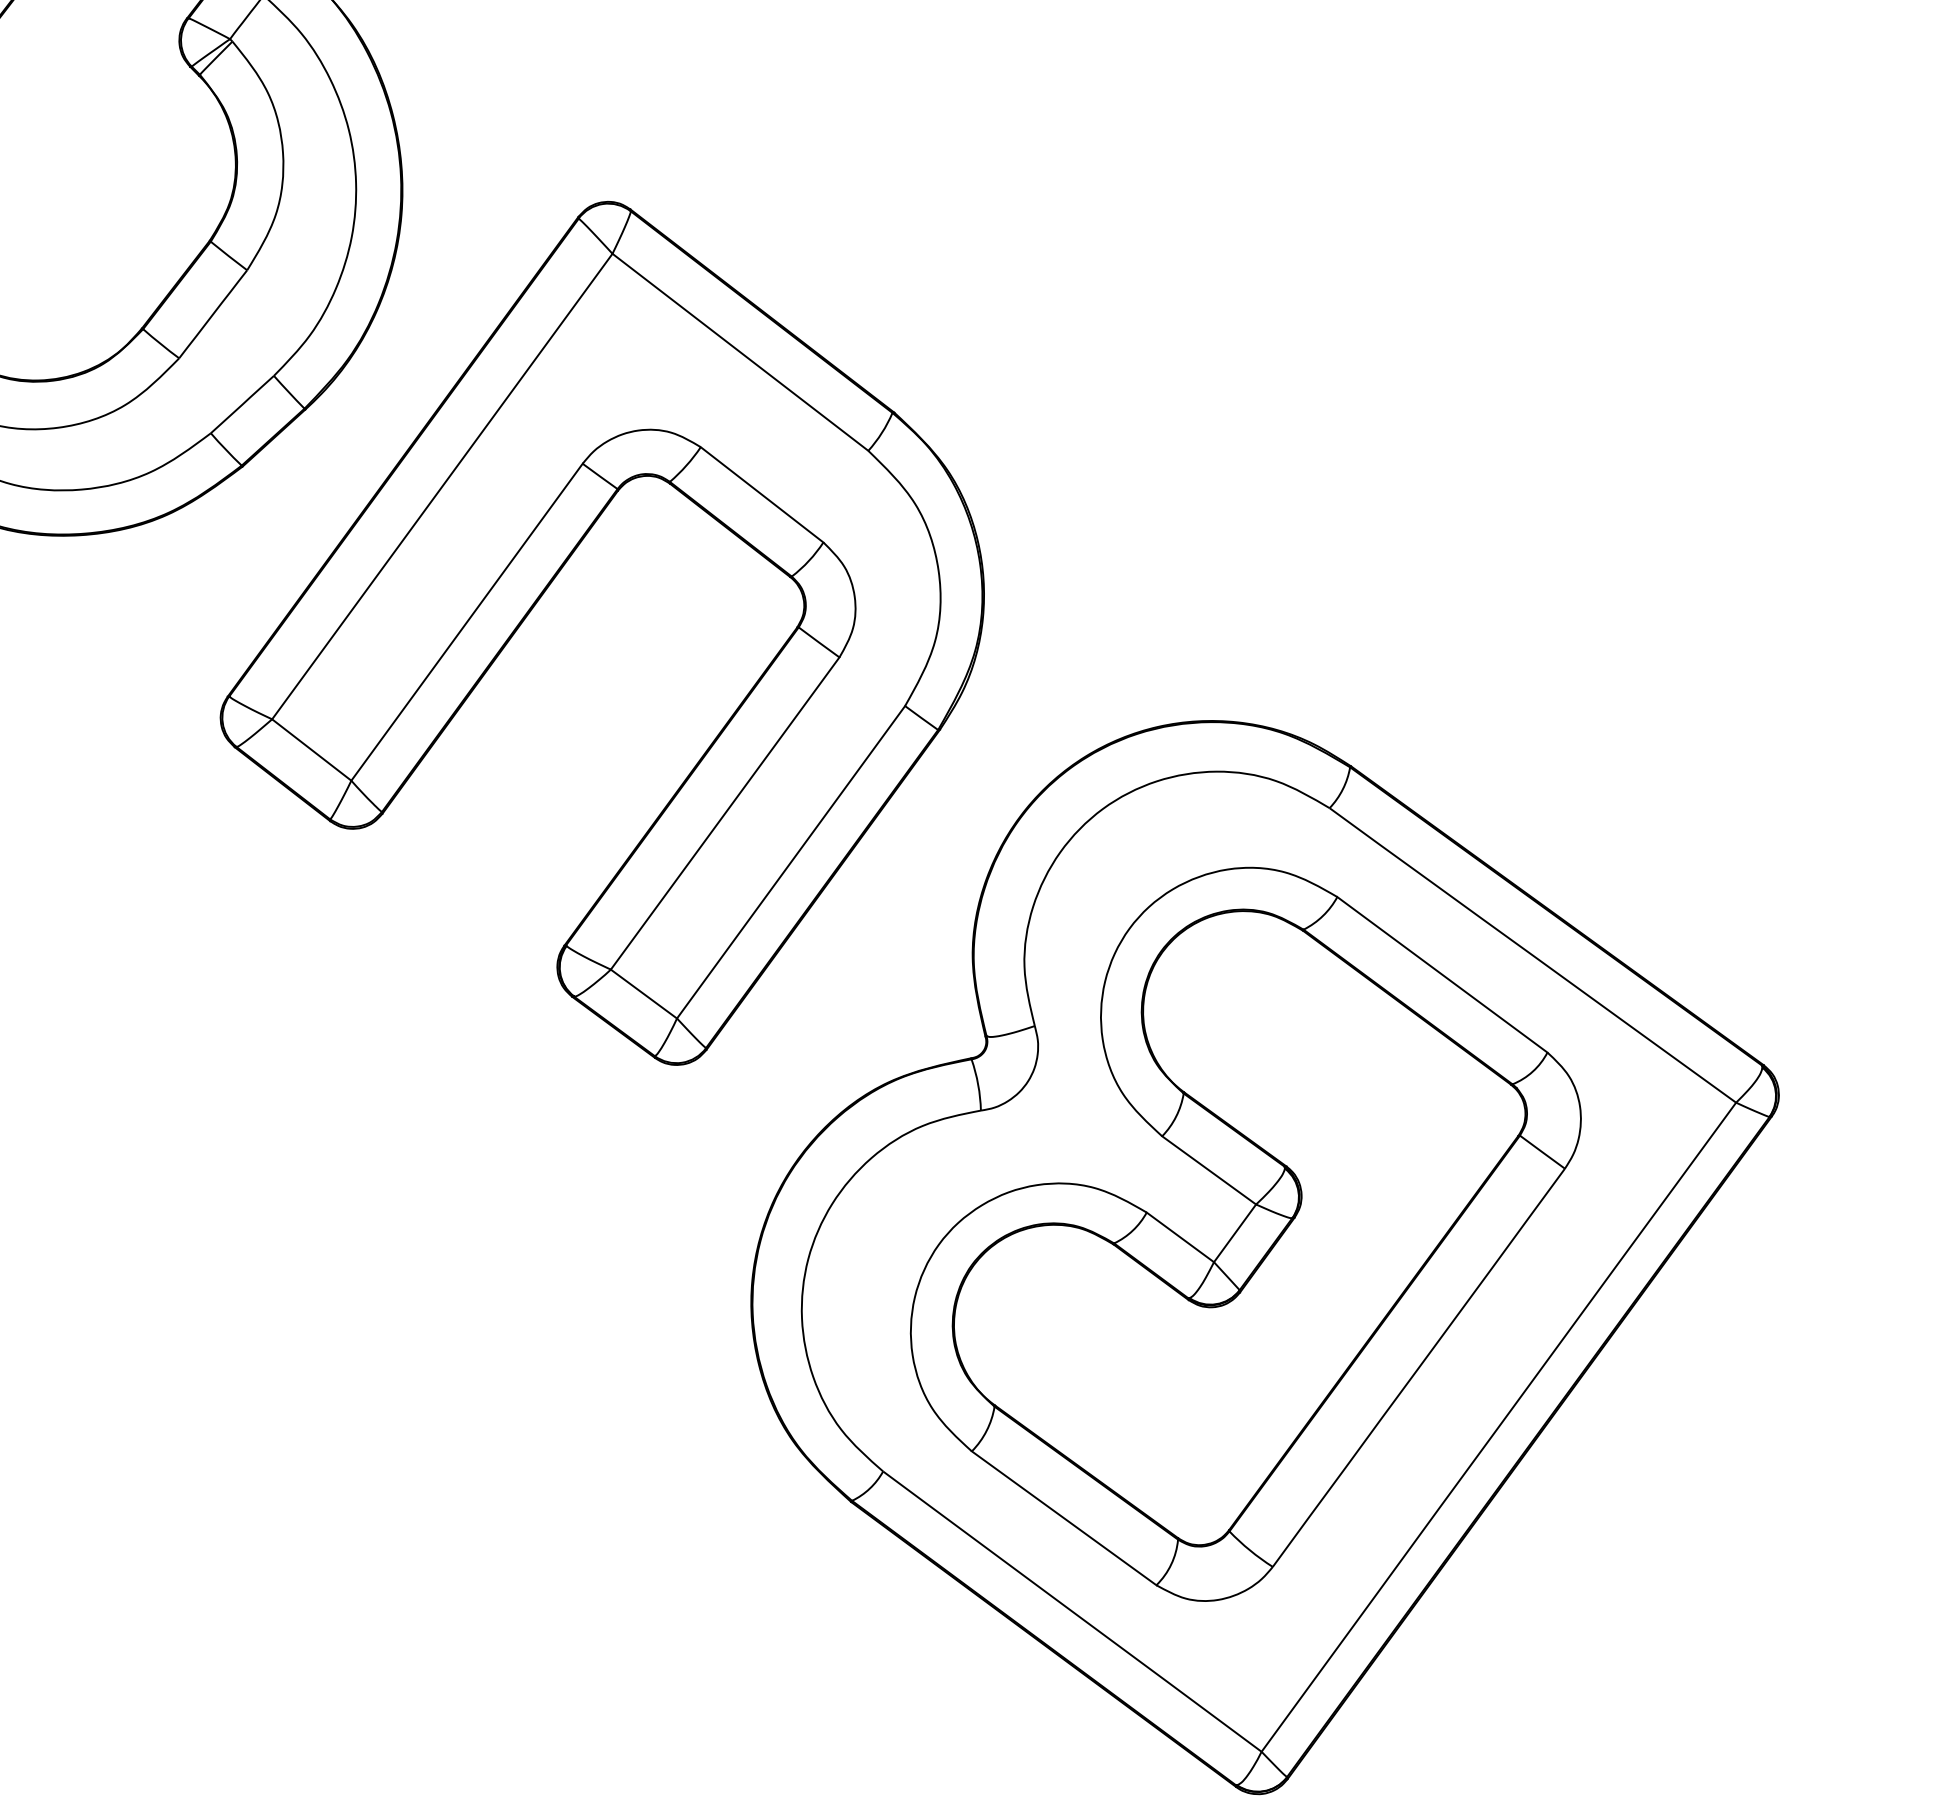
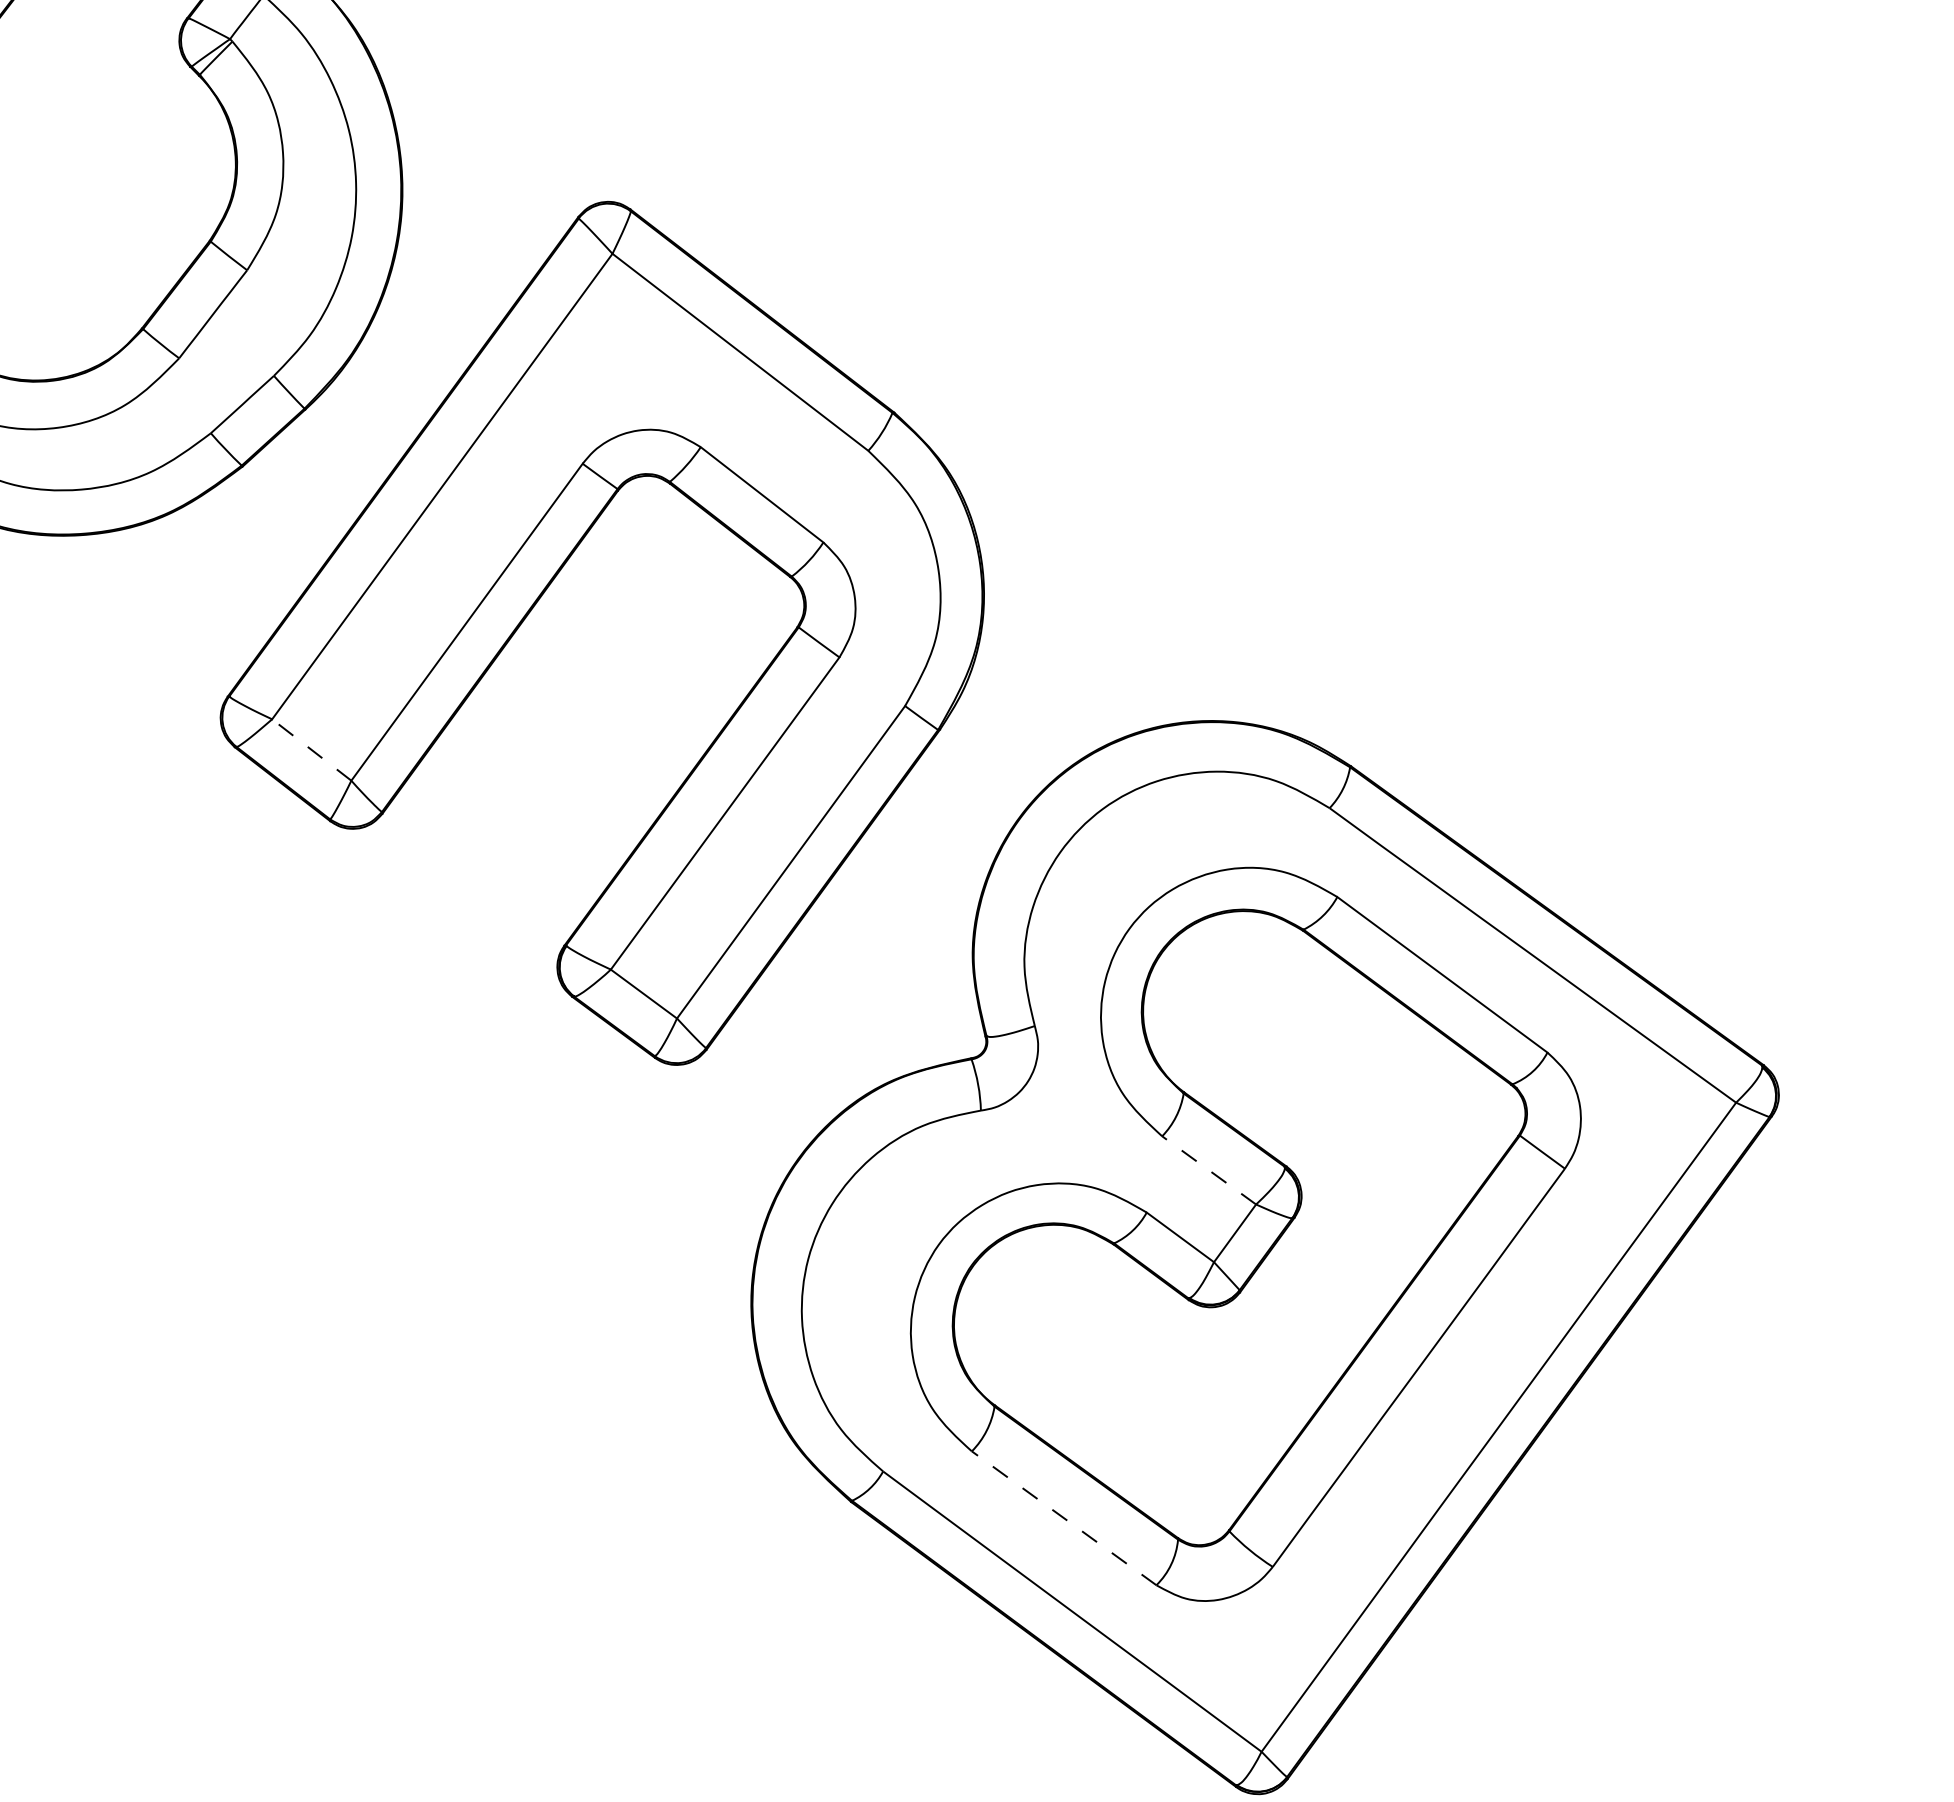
line at (311, 749): solid -> dashed
line at (1208, 1170): solid -> dashed
line at (1063, 1518): solid -> dashed
